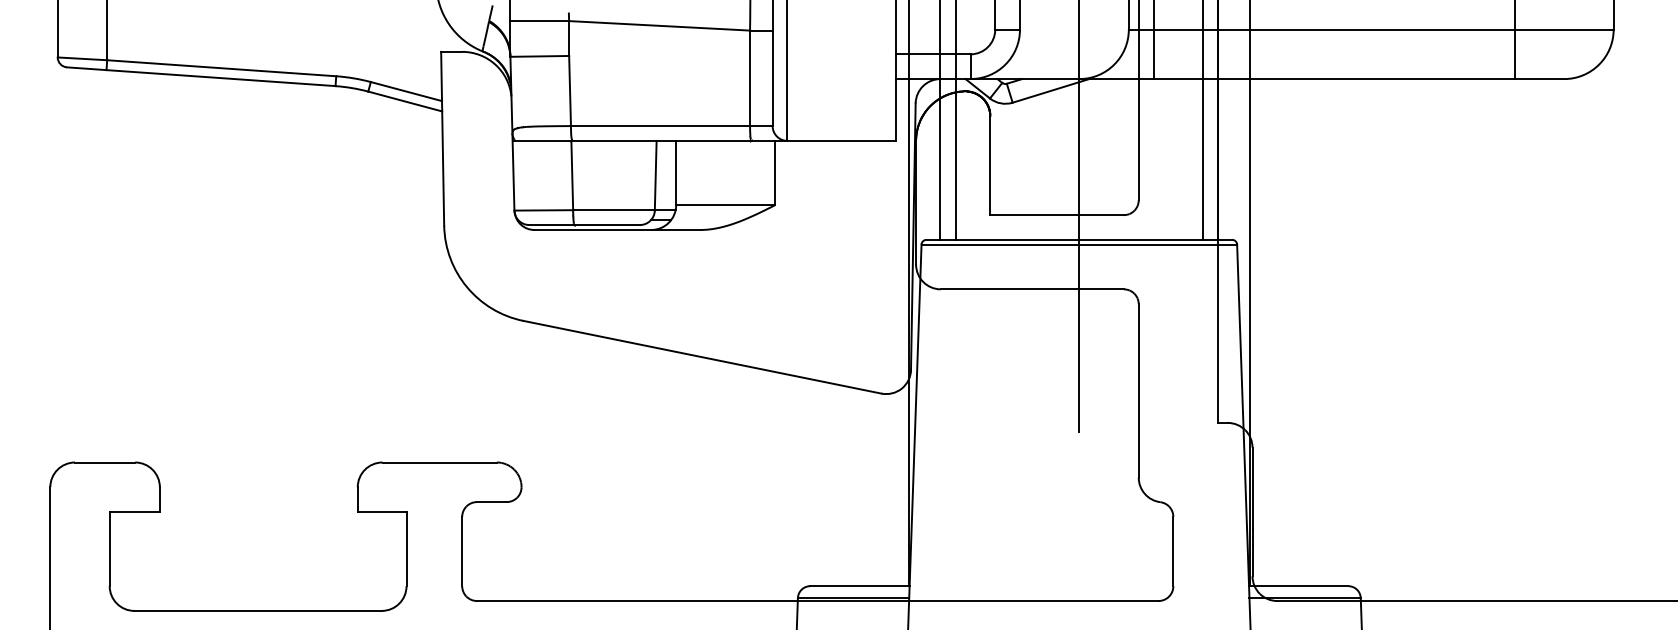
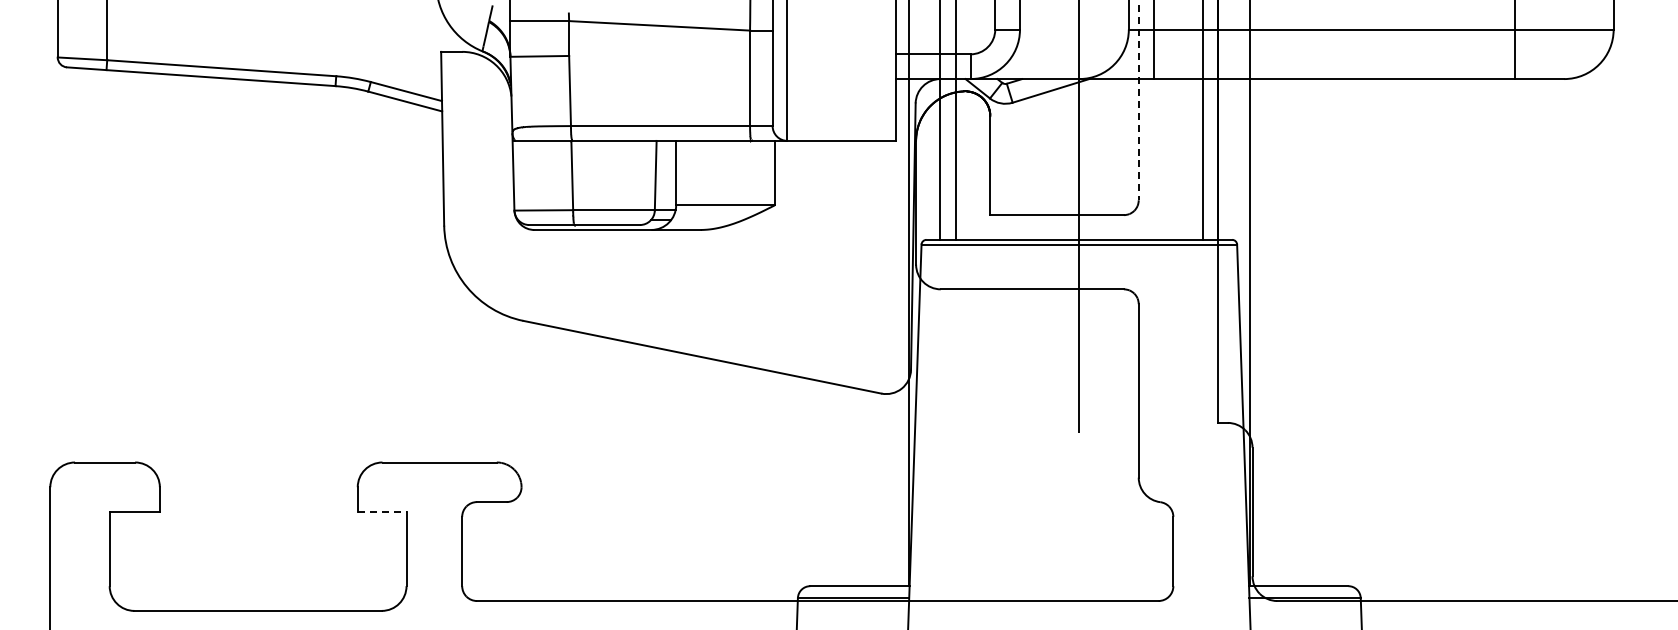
line at (1138, 100): solid -> dashed
line at (382, 511): solid -> dashed
